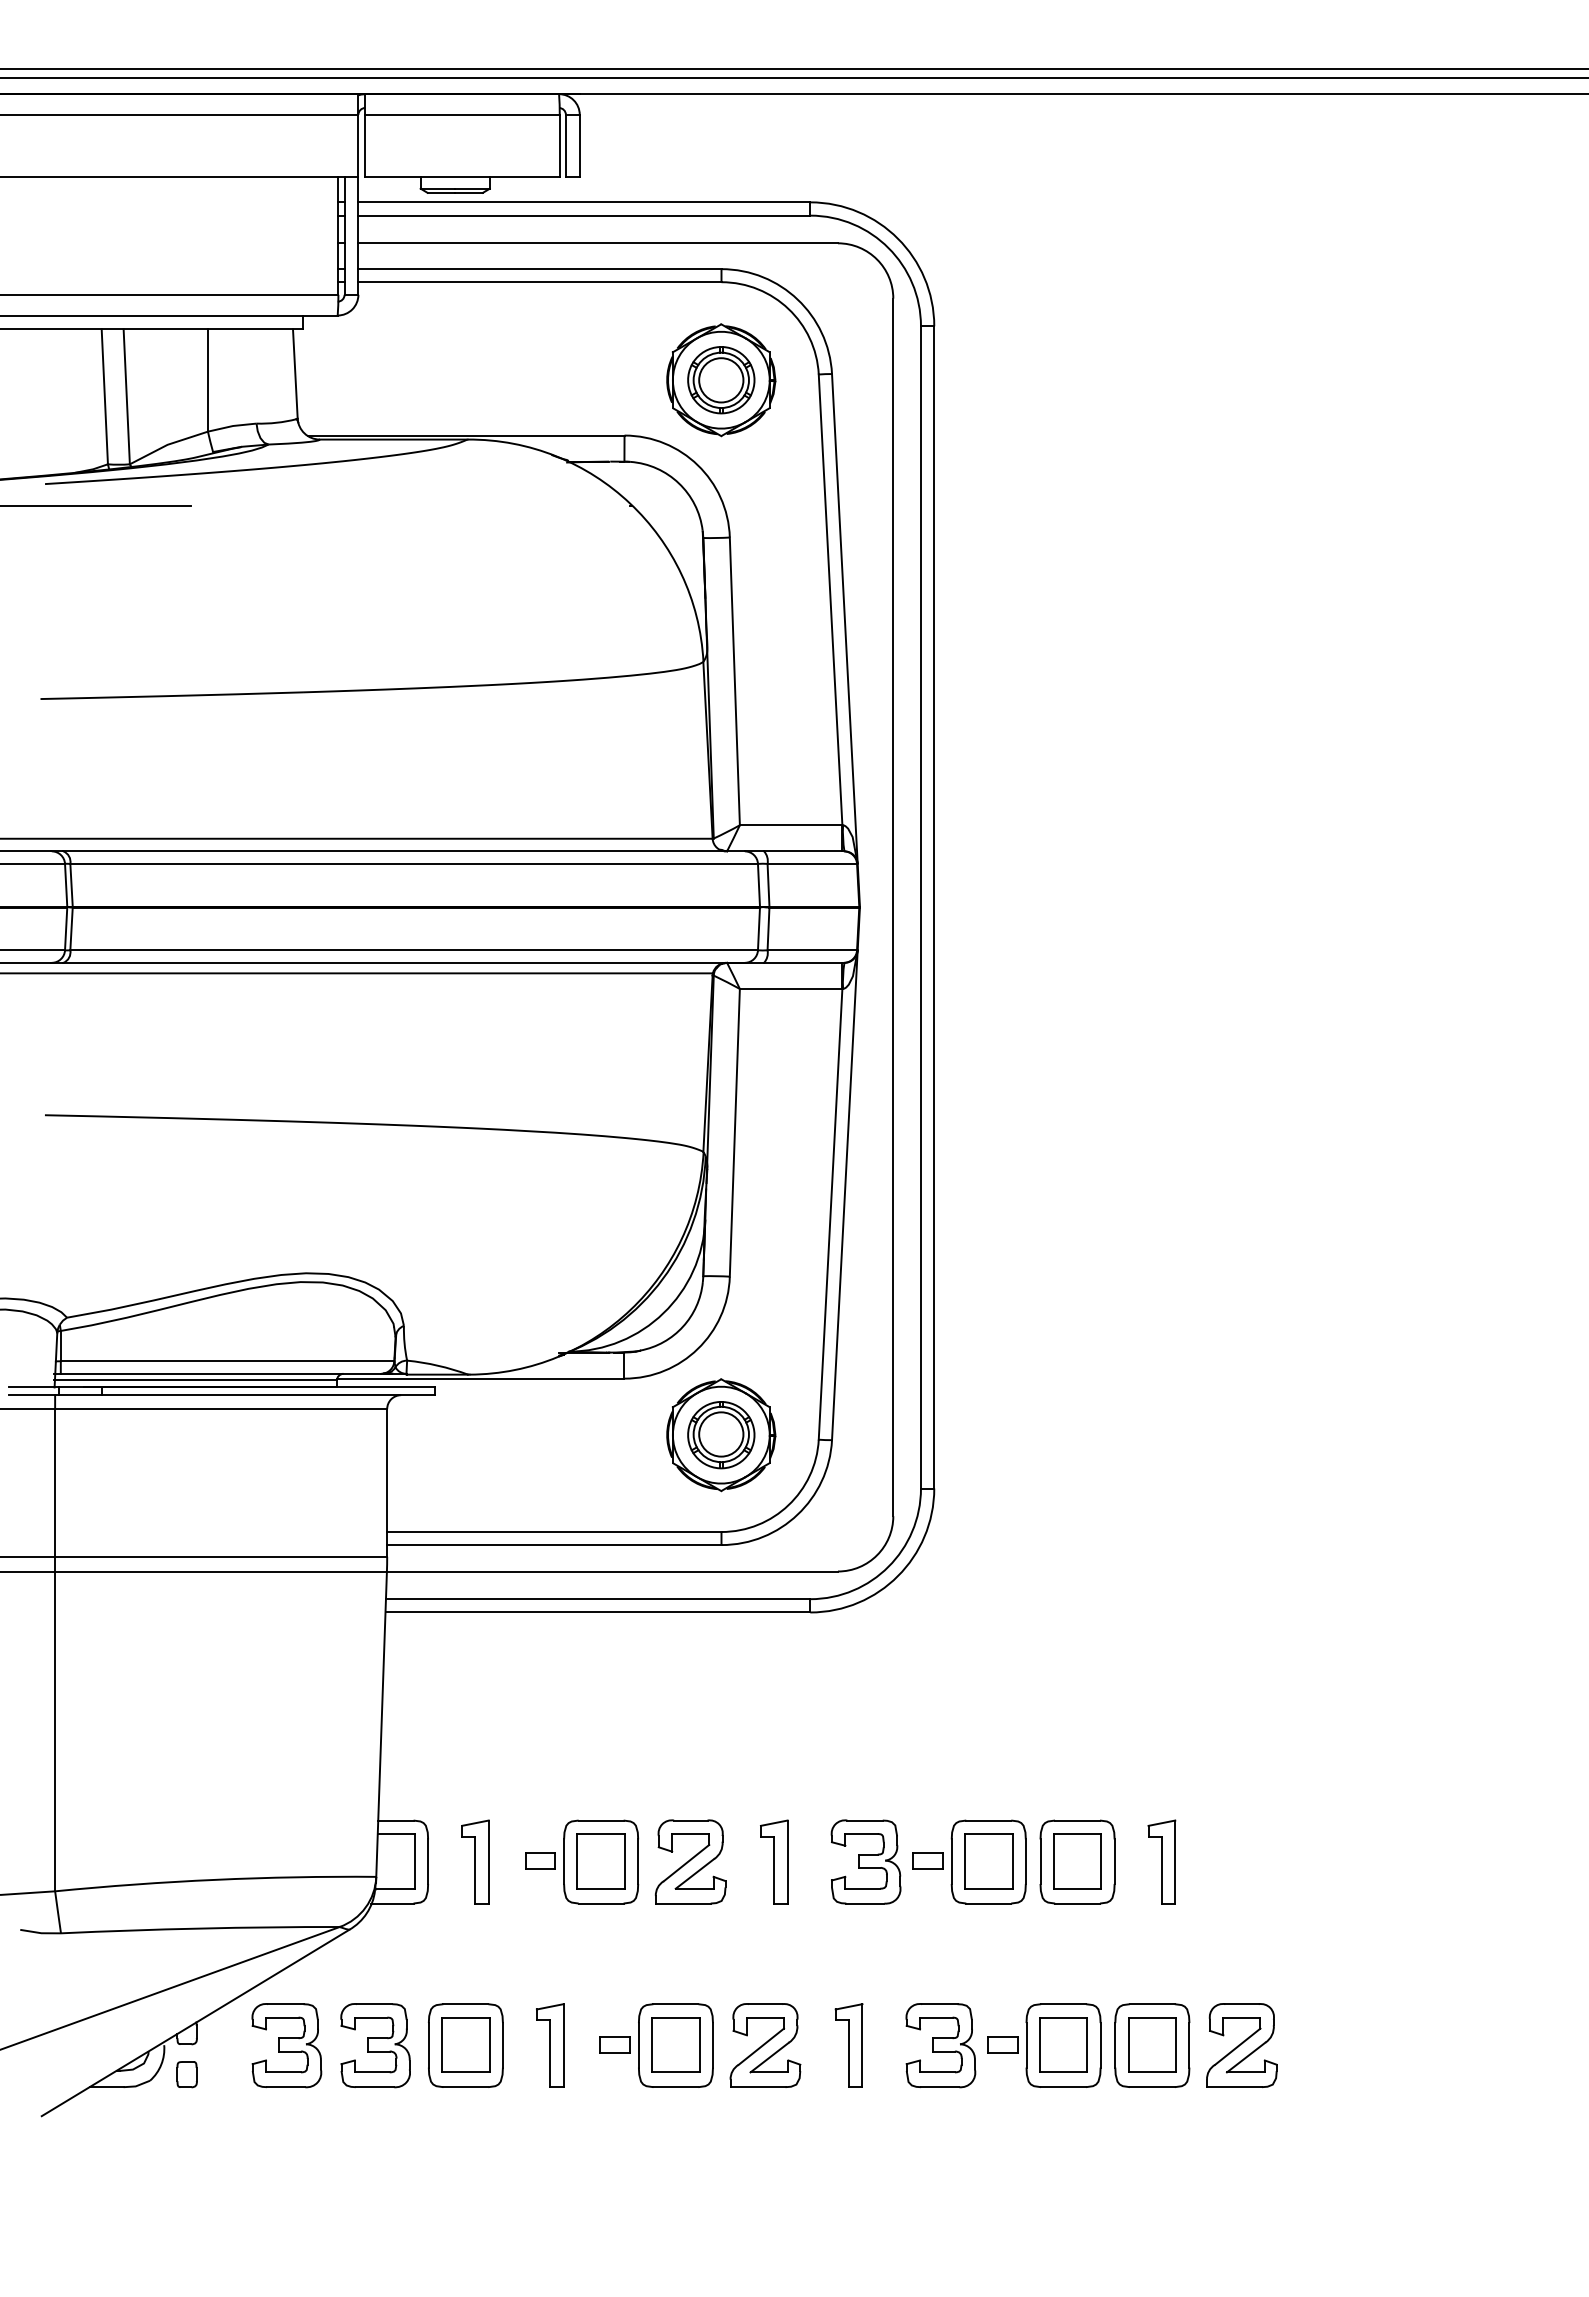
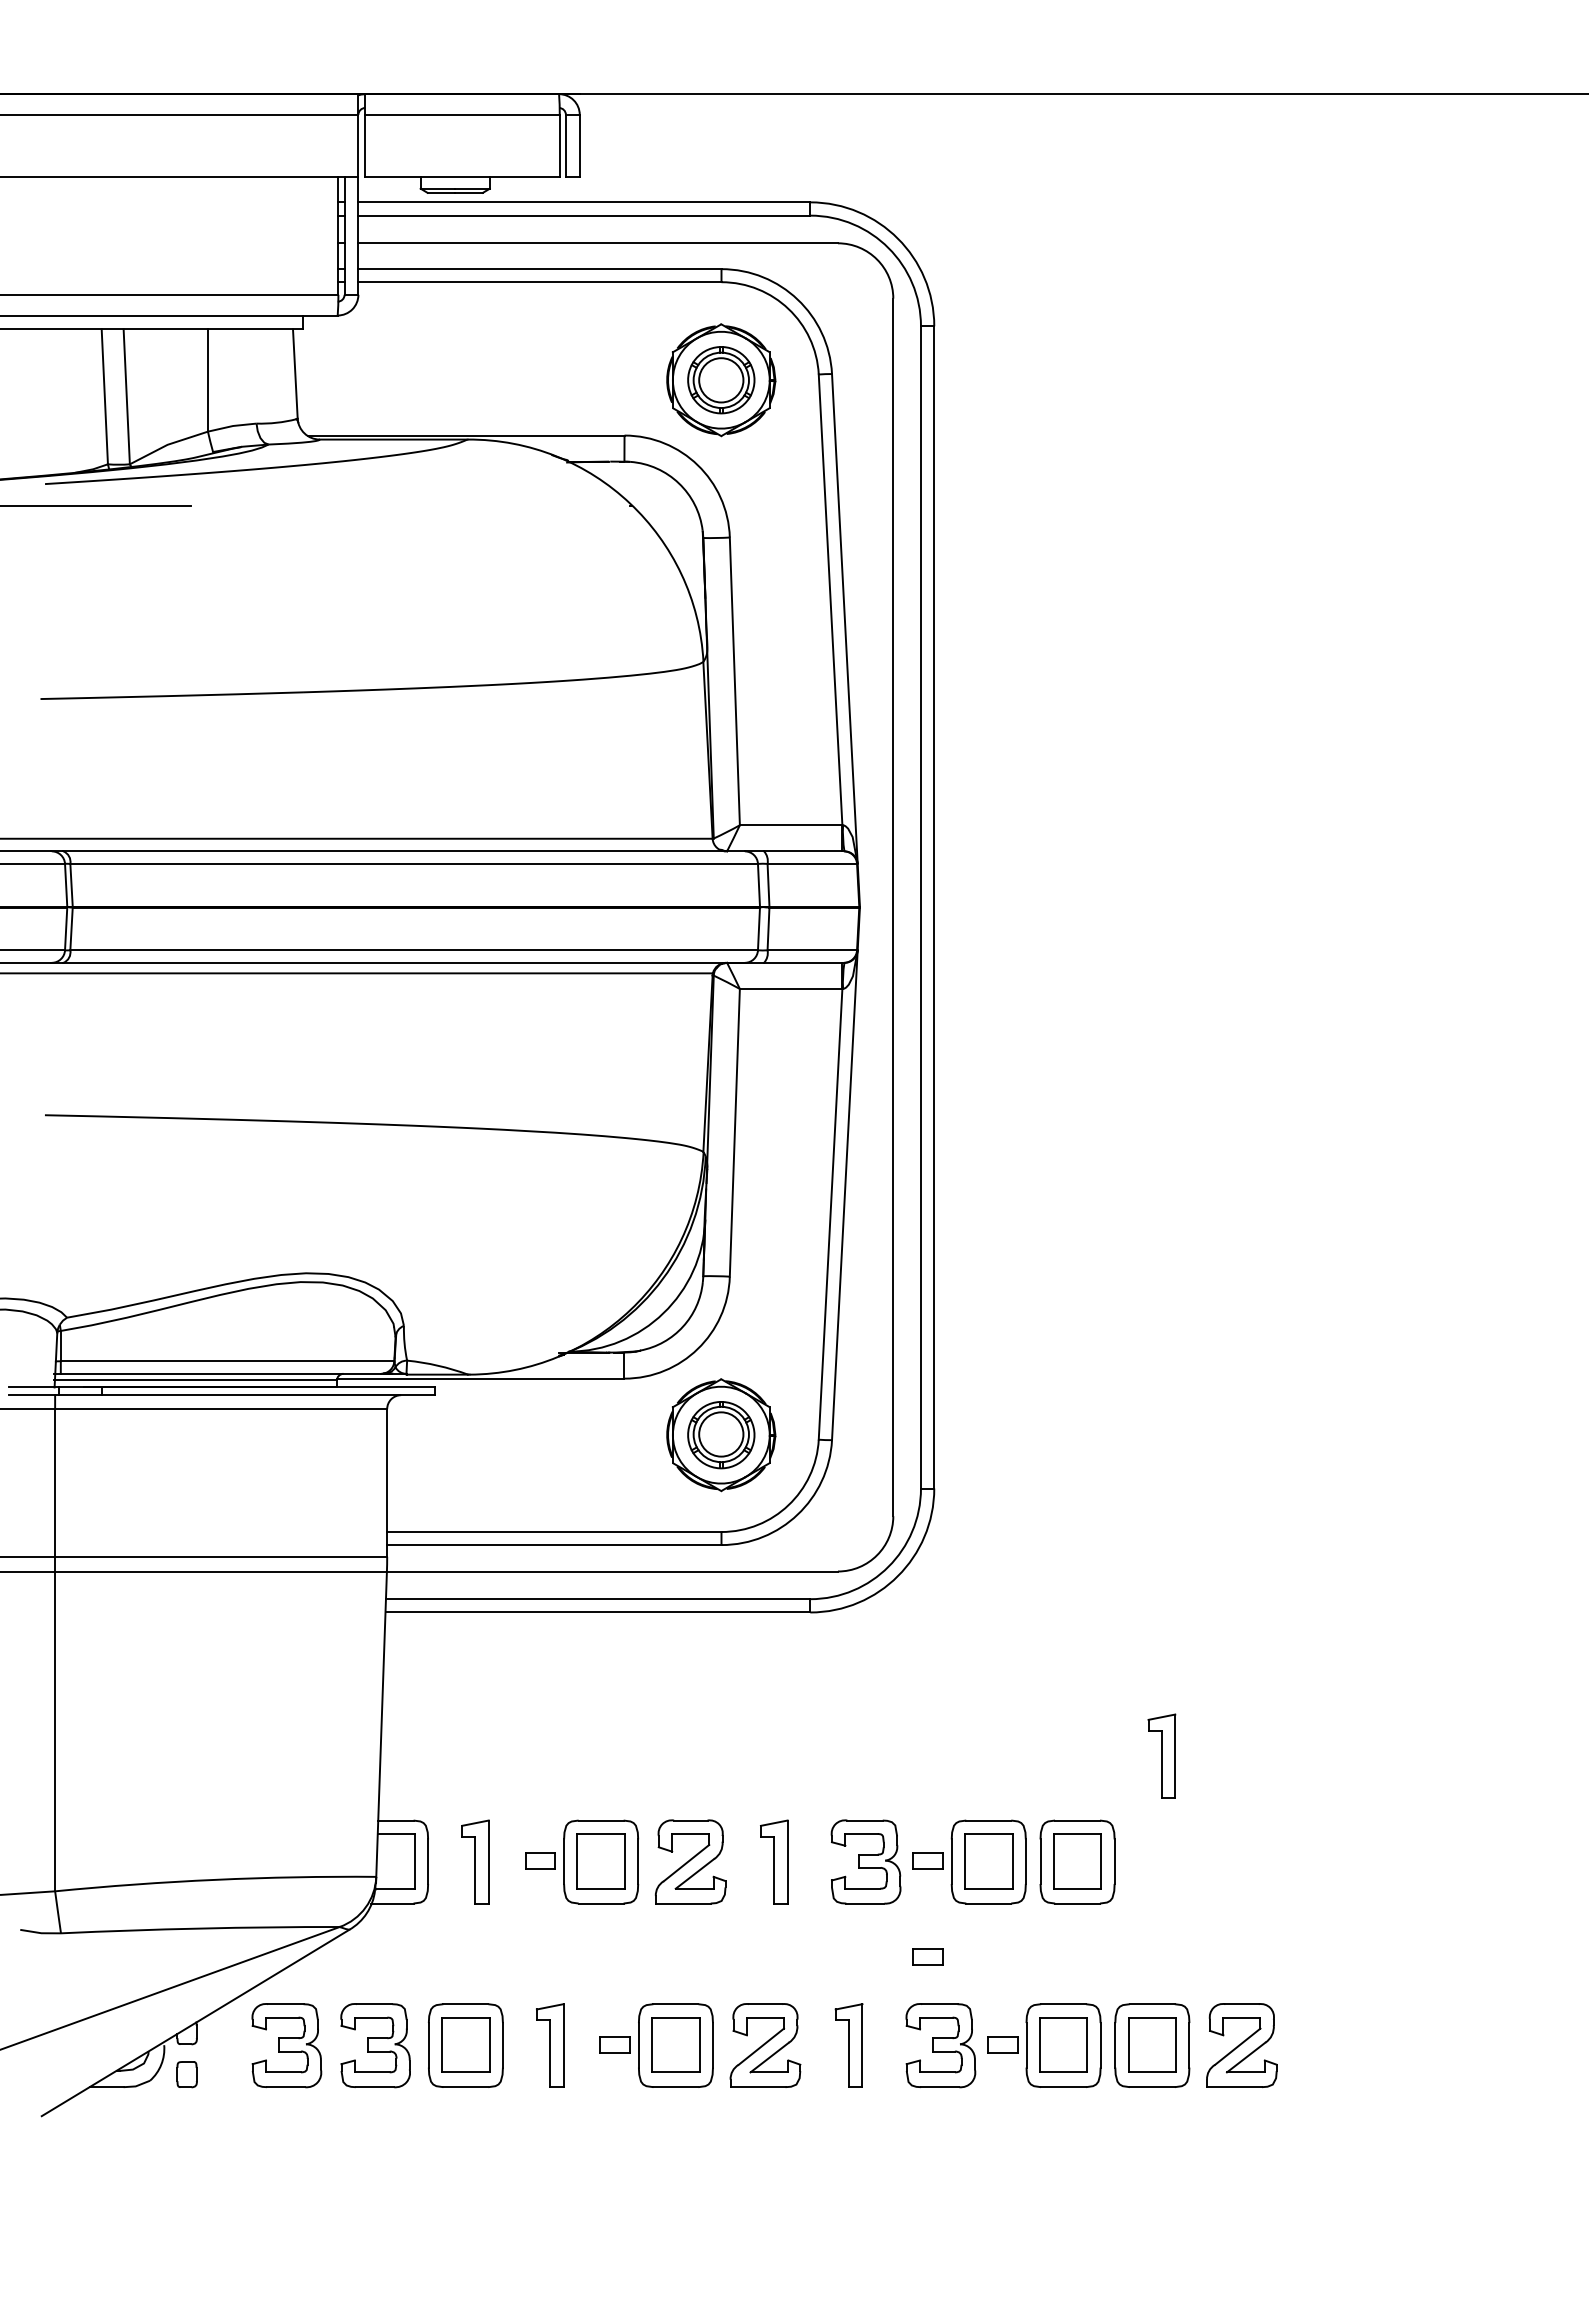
line at (793, 68): present -> none
line at (793, 78): present -> none
part at (1161, 1861) position: (1161, 1861) -> (1161, 1755)
part at (927, 1956): none -> present
